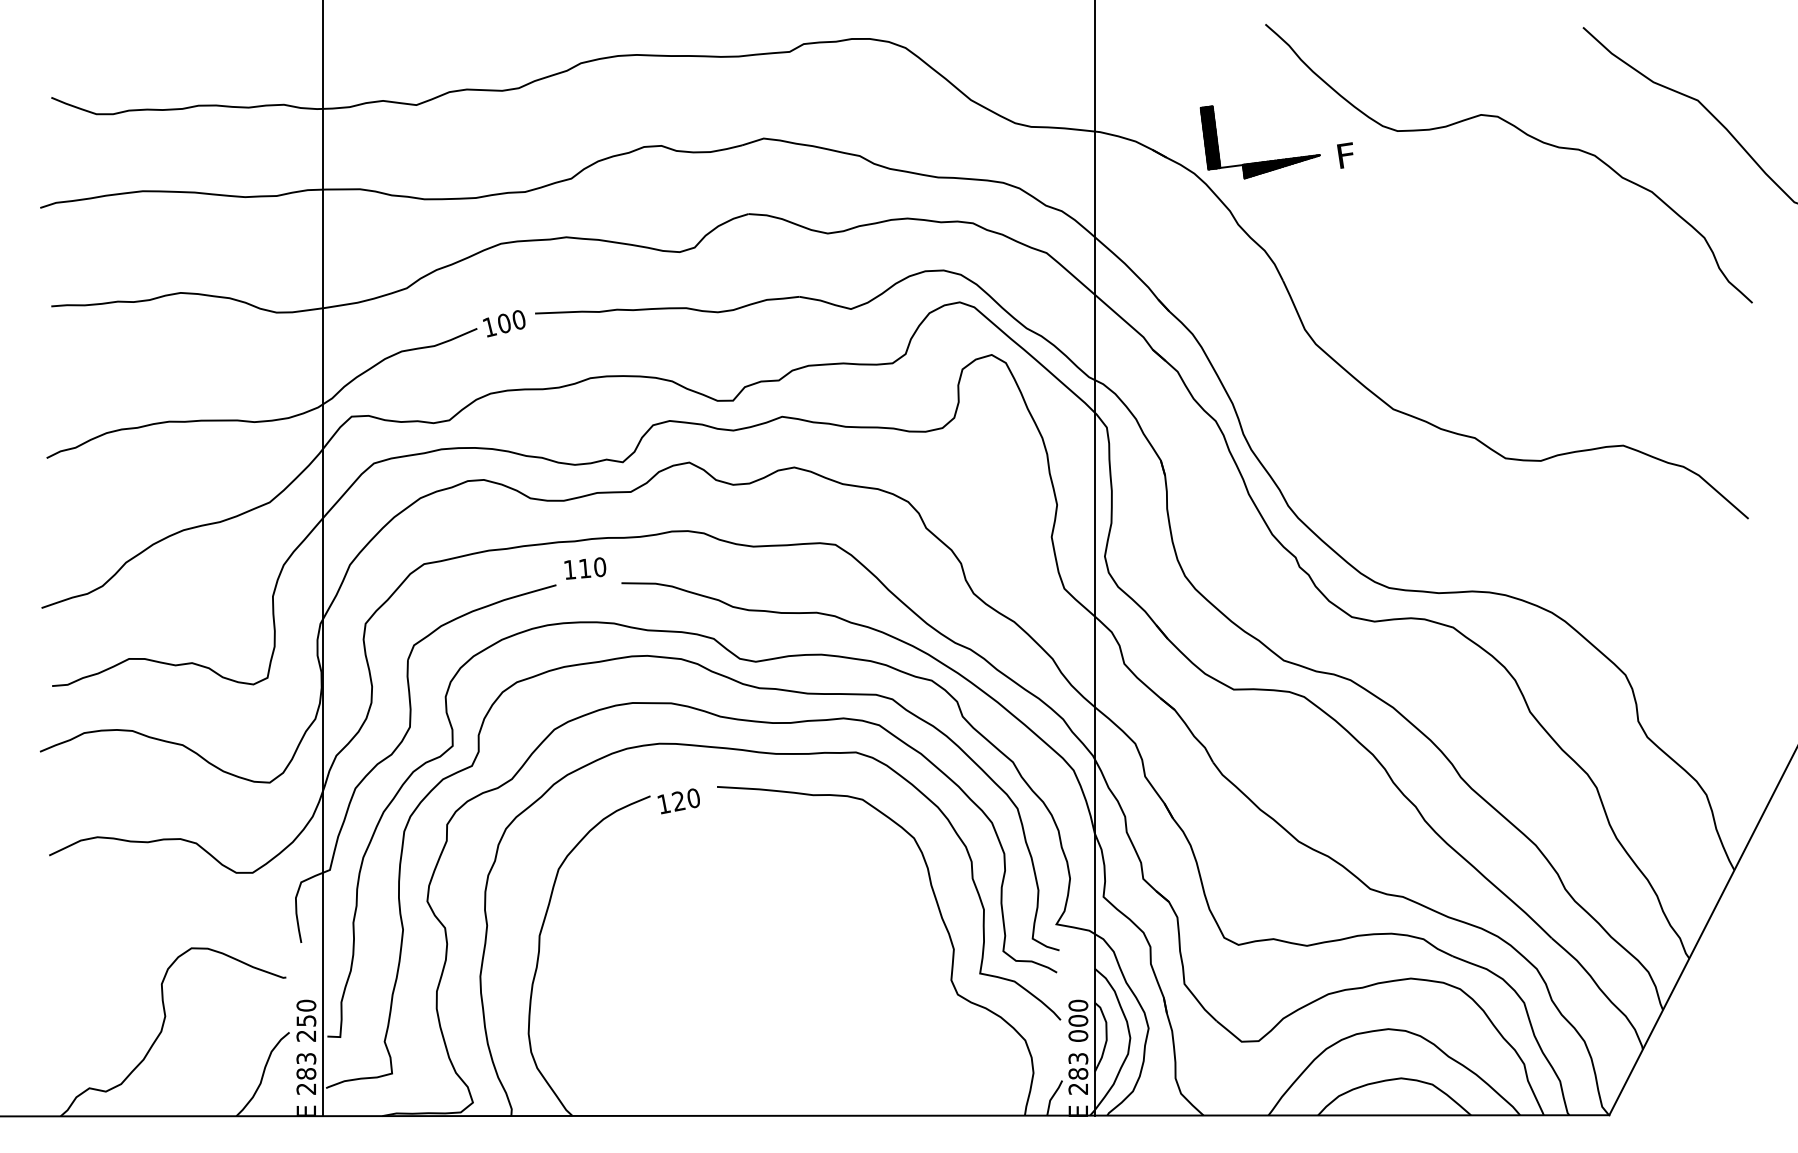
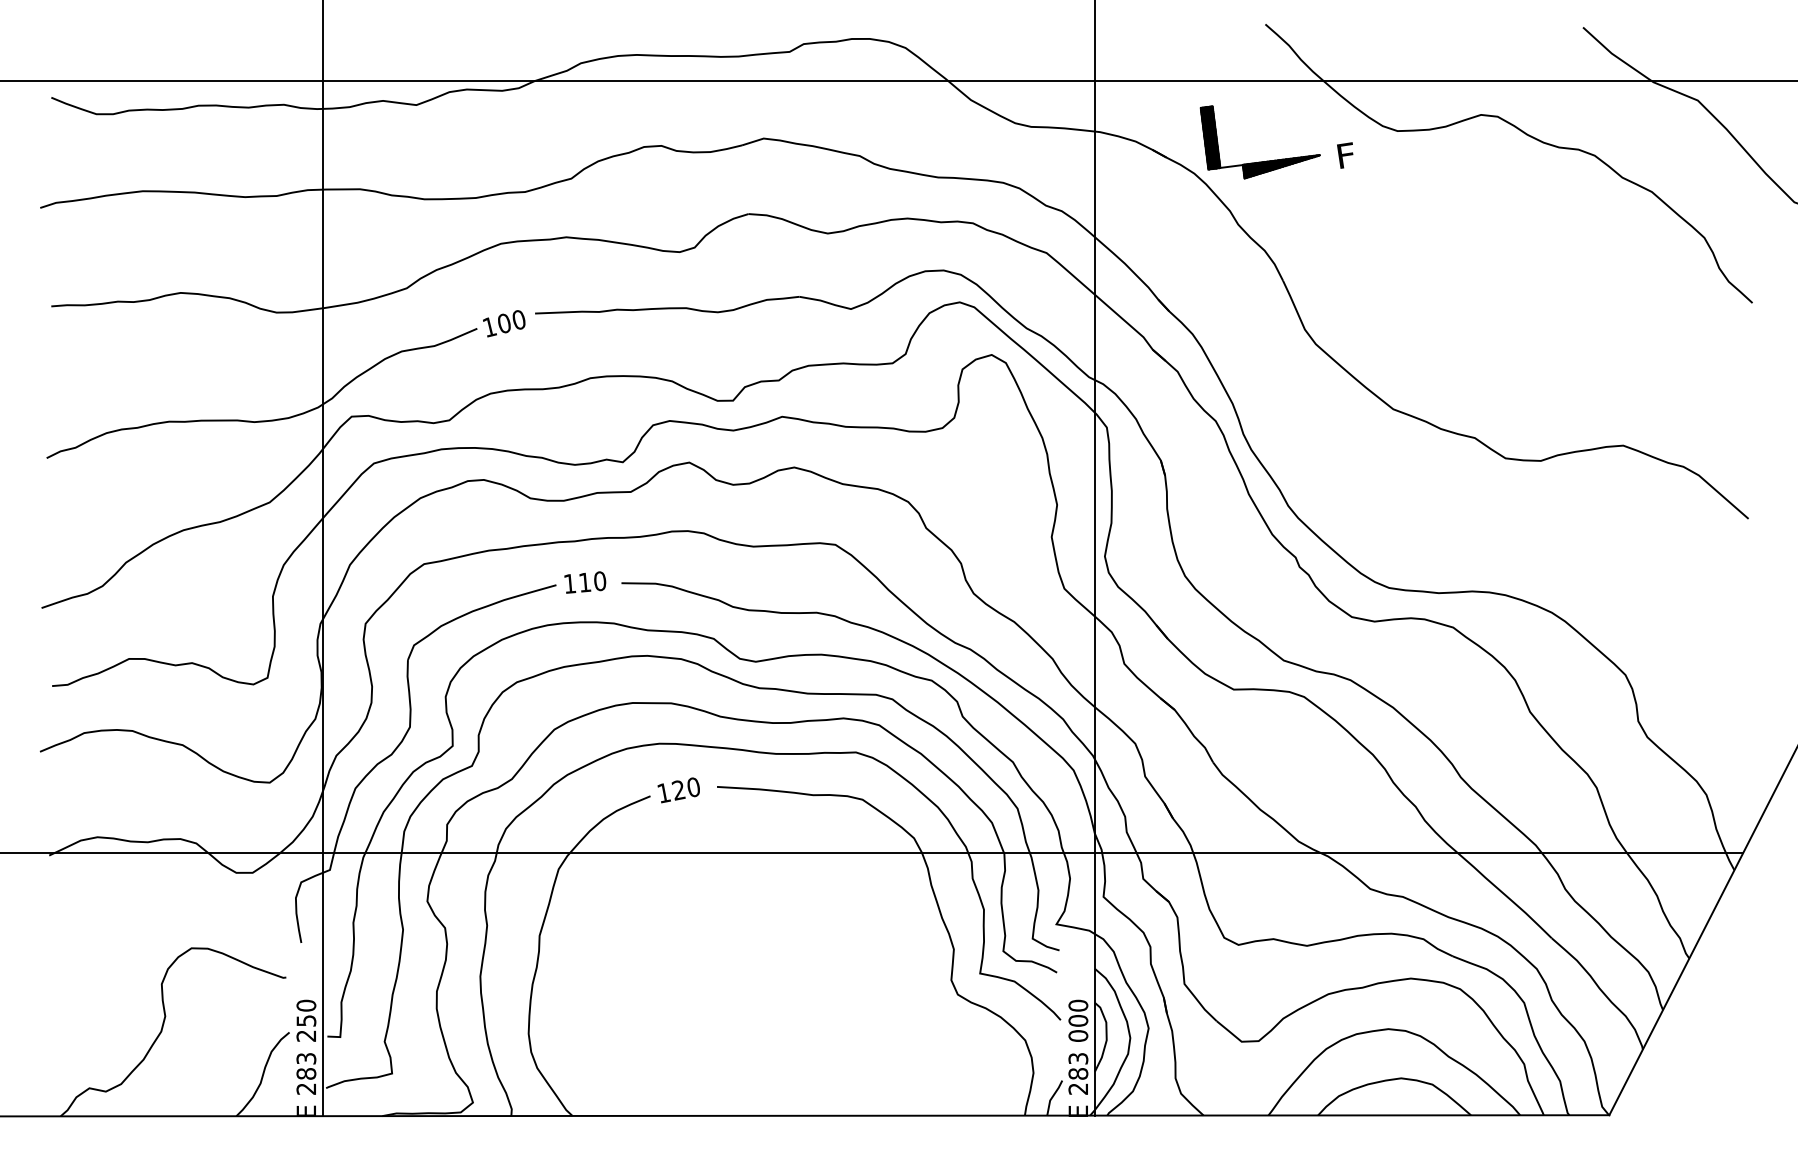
line at (898, 80): none -> present
text at (585, 568) position: (585, 568) -> (585, 582)
text at (678, 801) position: (678, 801) -> (678, 790)
line at (872, 852): none -> present
